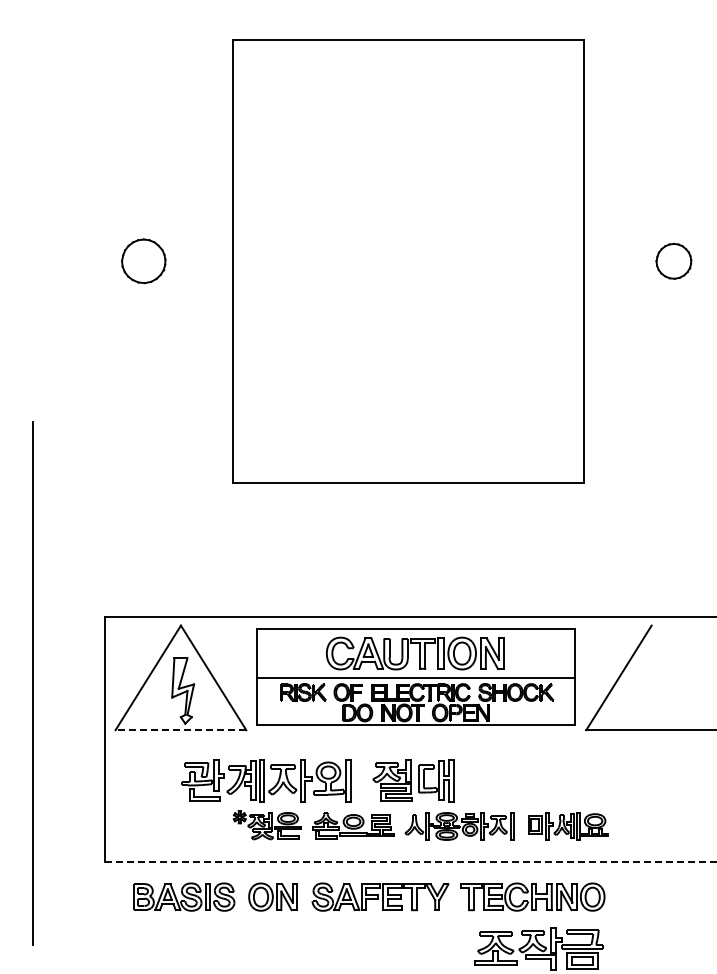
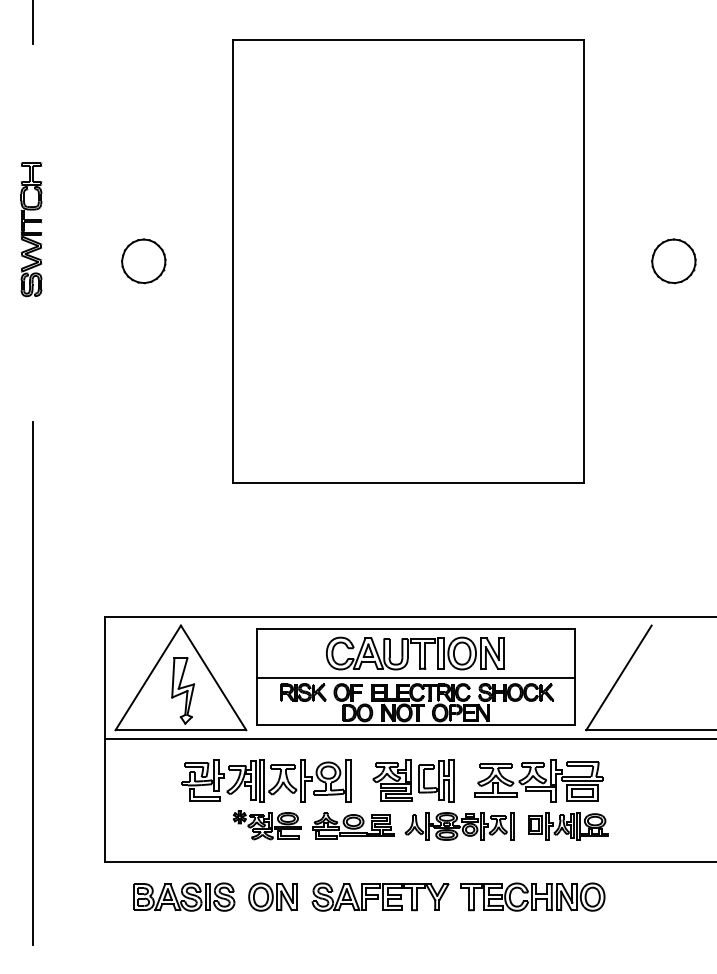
line at (33, 22): none -> present
part at (31, 229): none -> present
part at (673, 261) size: 38x37 px -> 46x47 px
line at (180, 730): dashed -> solid
line at (408, 738): none -> present
line at (411, 861): dashed -> solid
part at (538, 948) position: (538, 948) -> (538, 780)
